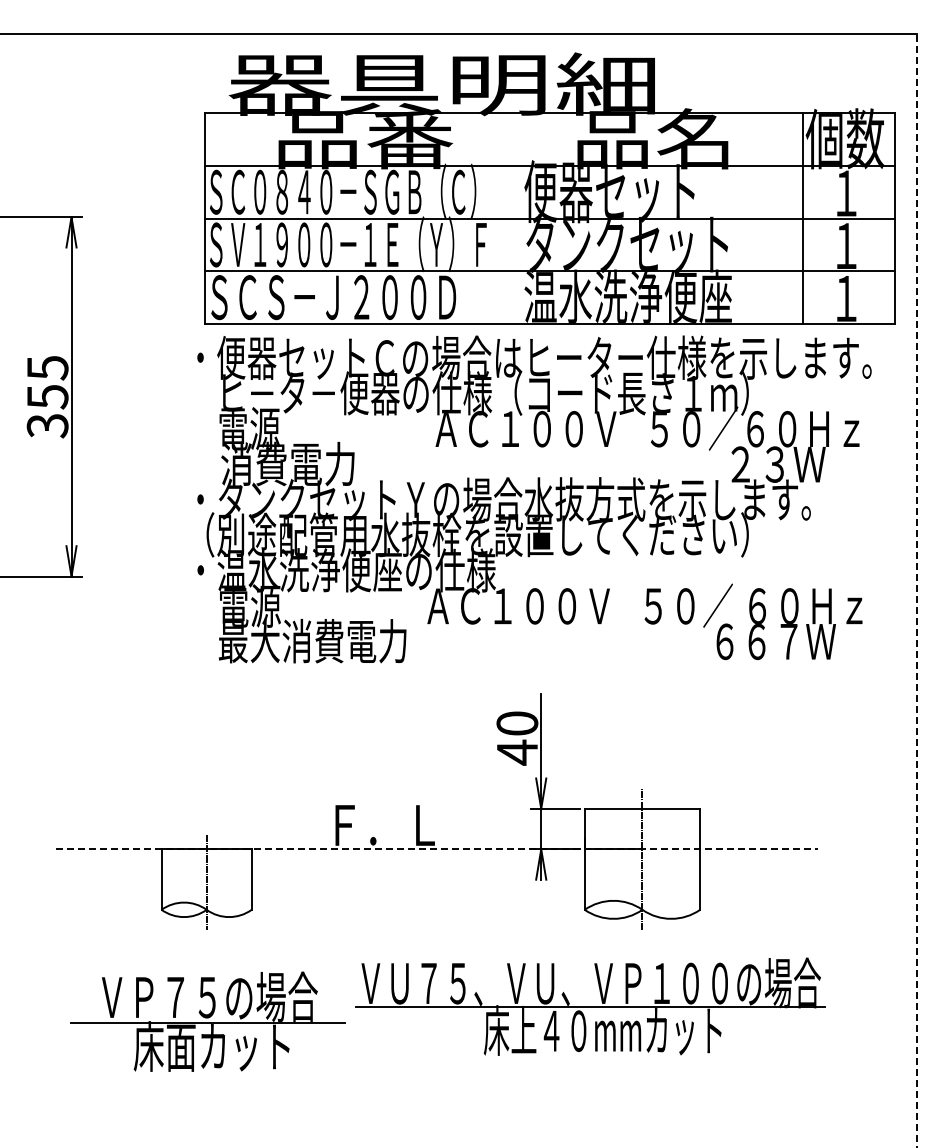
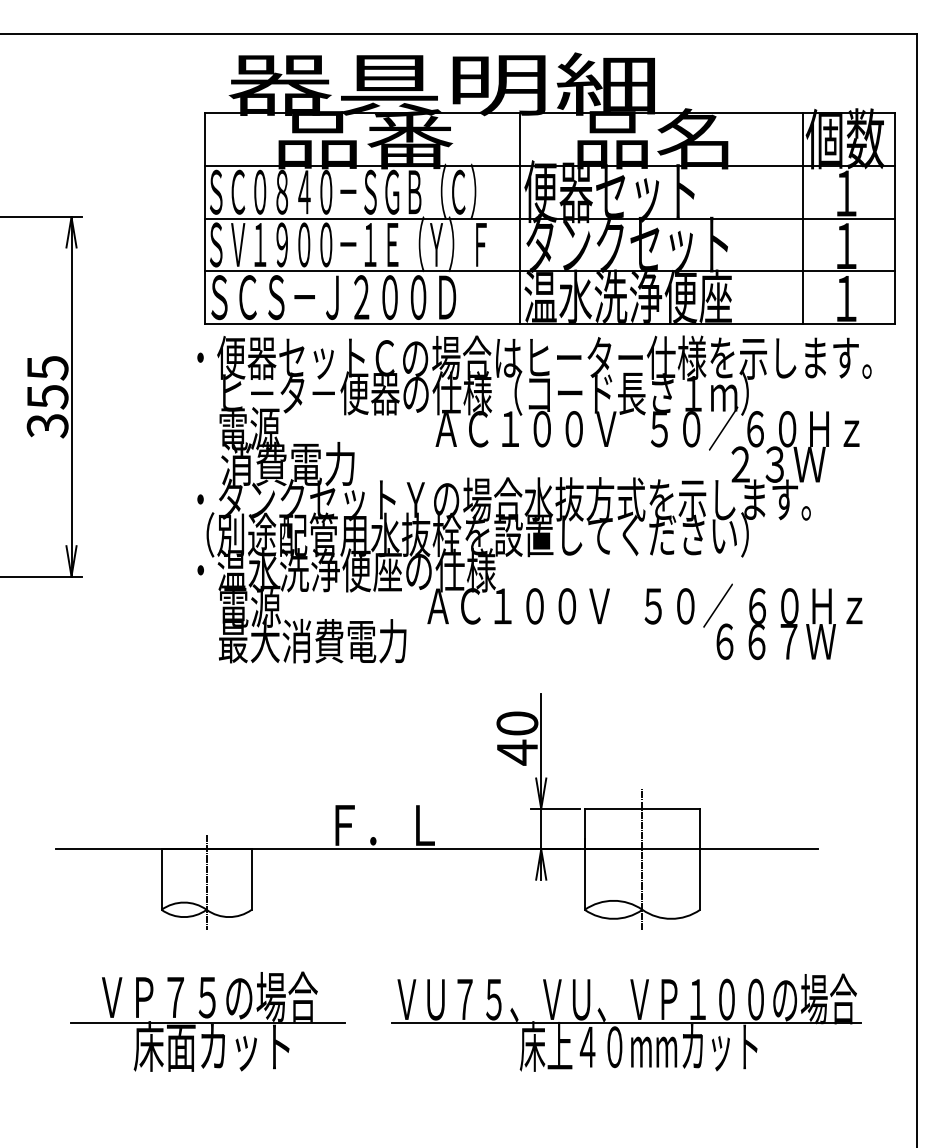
line at (519, 218): none -> present
line at (916, 590): dashed -> solid
line at (436, 849): dashed -> solid
part at (590, 1006) position: (590, 1006) -> (626, 1022)
